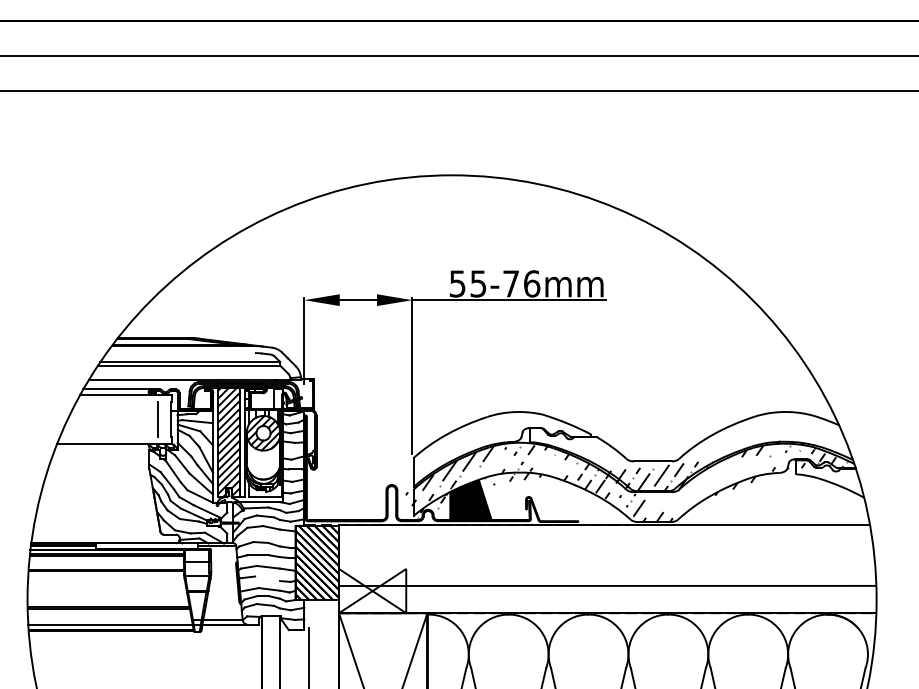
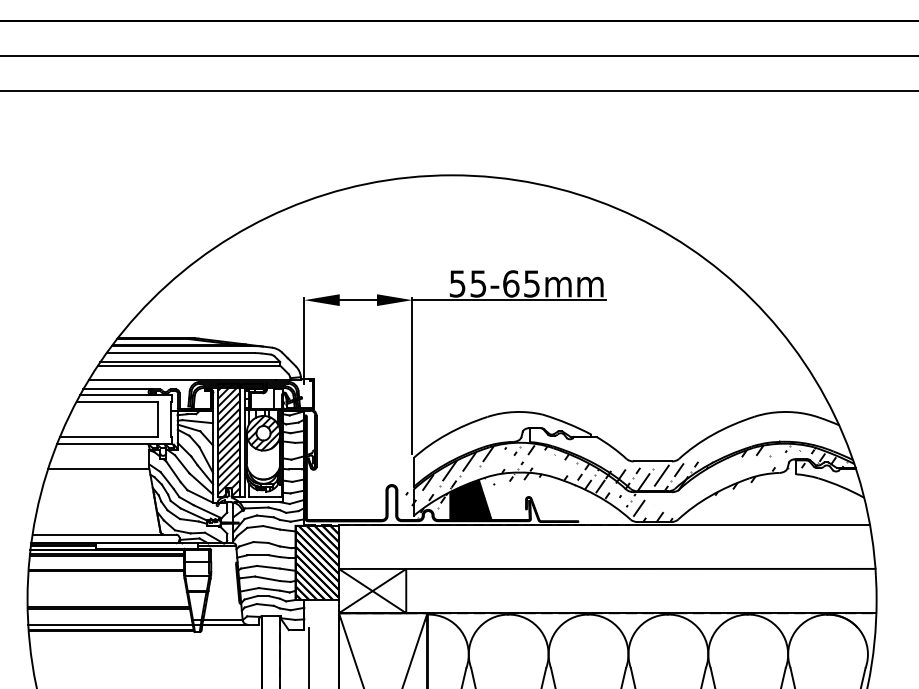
text at (521, 283): 55-76mm -> 55-65mm
line at (180, 353): none -> present
line at (117, 401): none -> present
line at (108, 437): none -> present
line at (98, 469): none -> present
line at (97, 534): none -> present
line at (267, 578): none -> present
line at (606, 585) position: (606, 585) -> (606, 568)
